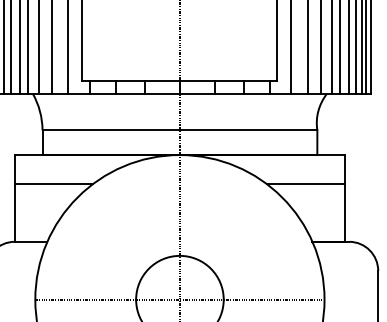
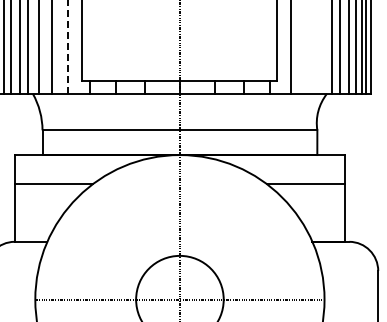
line at (68, 46): solid -> dashed
line at (307, 47): present -> none
line at (321, 47): present -> none
